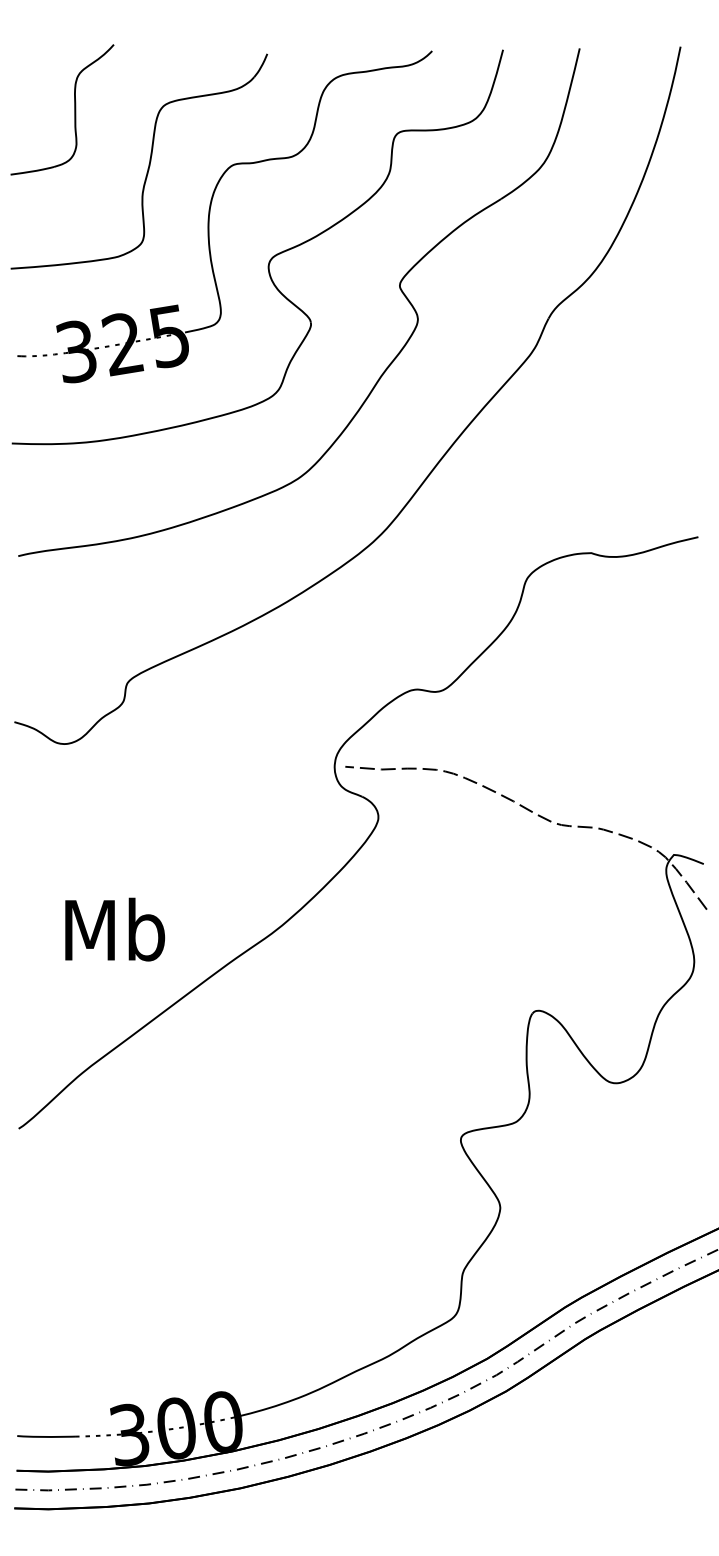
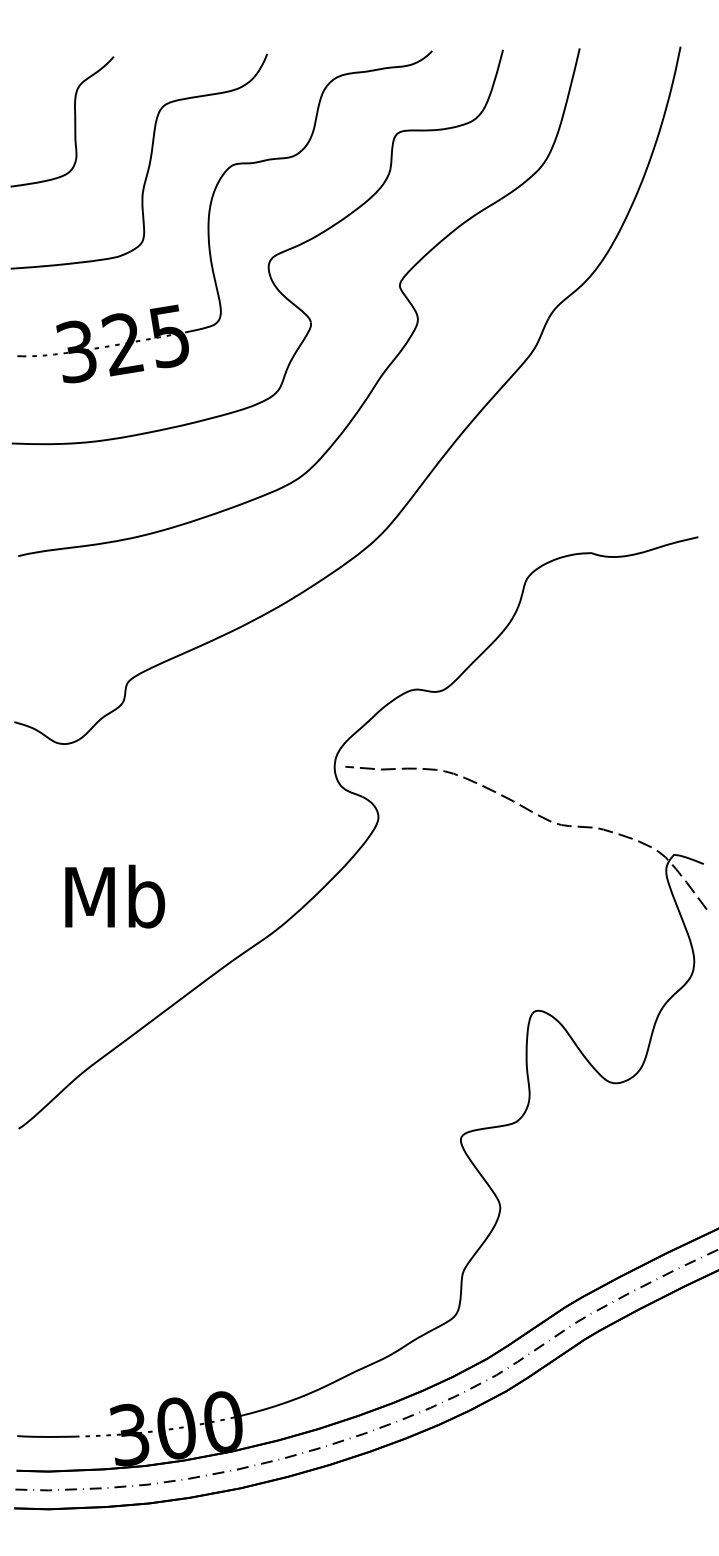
part at (74, 109) position: (74, 109) -> (74, 121)
text at (115, 929) position: (115, 929) -> (115, 896)
